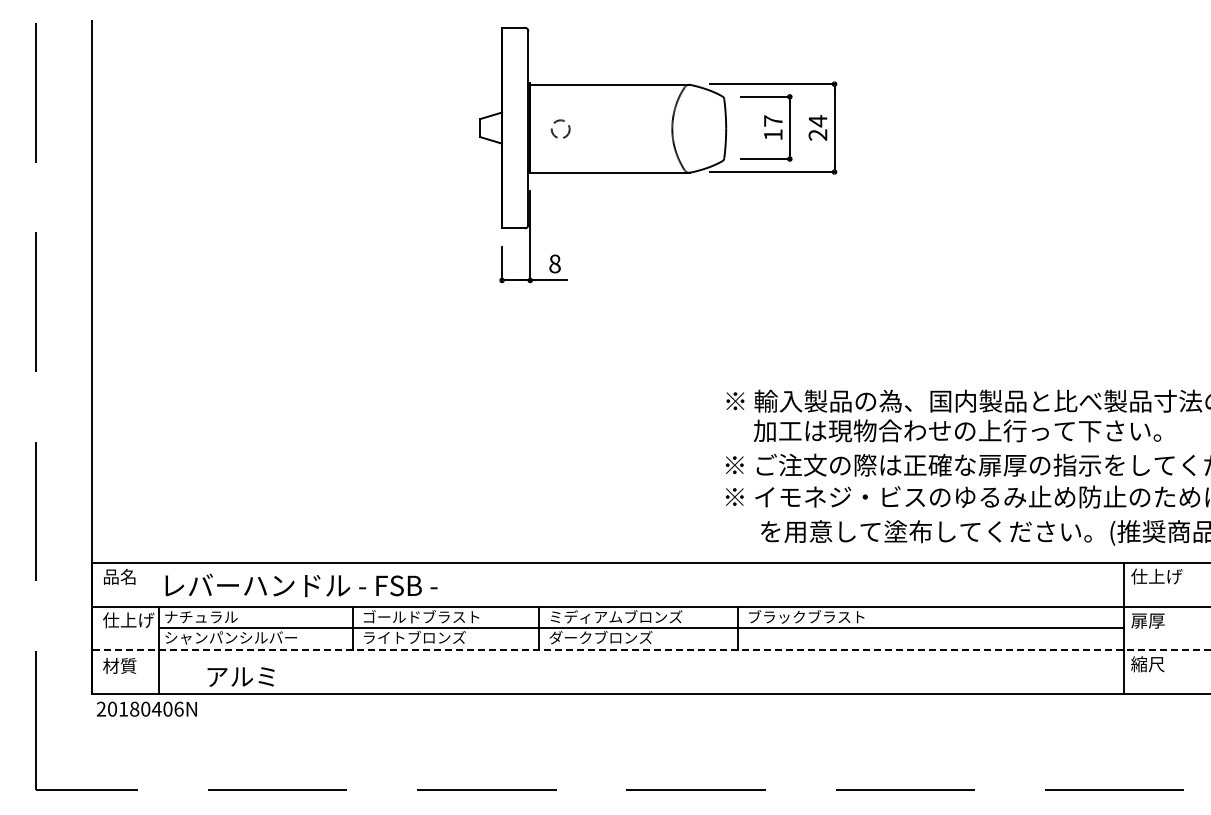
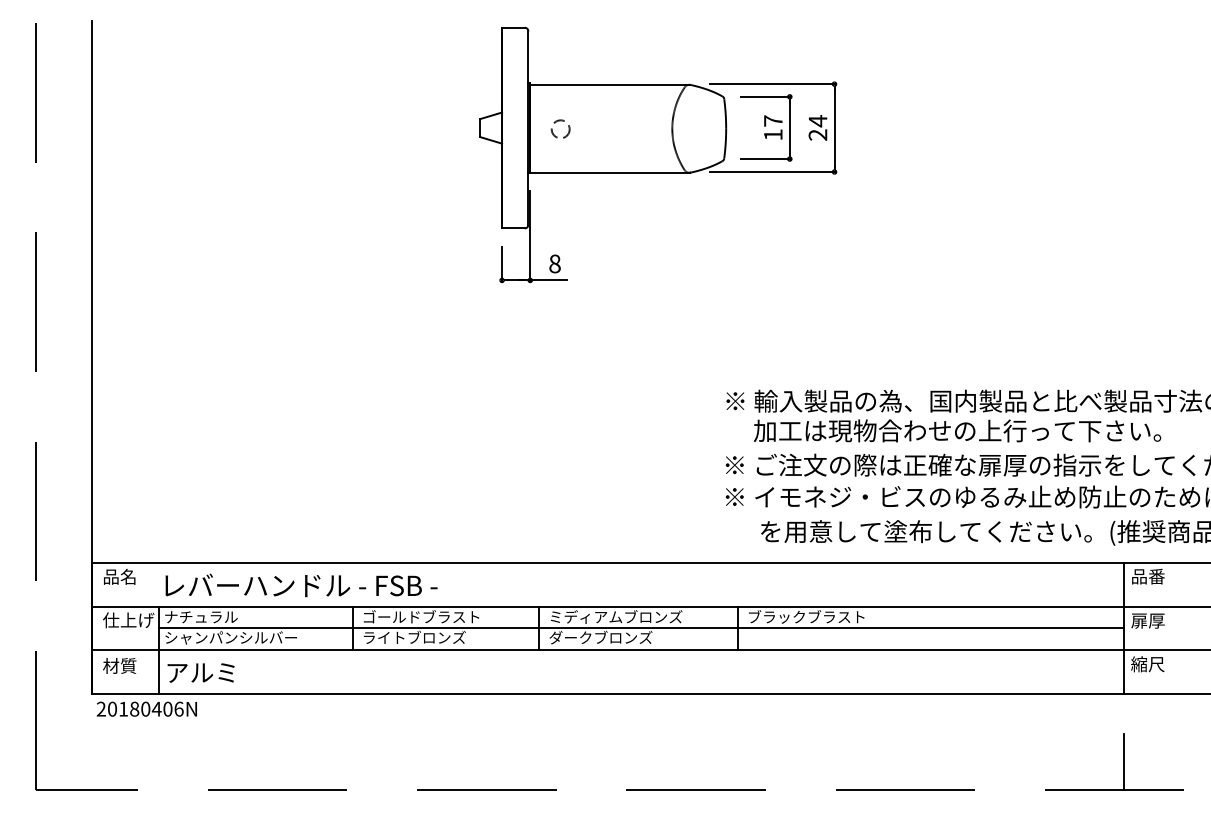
text at (1156, 576): 仕上げ -> 品番
line at (651, 650): dashed -> solid
text at (240, 676) position: (240, 676) -> (200, 672)
line at (1123, 762): none -> present
